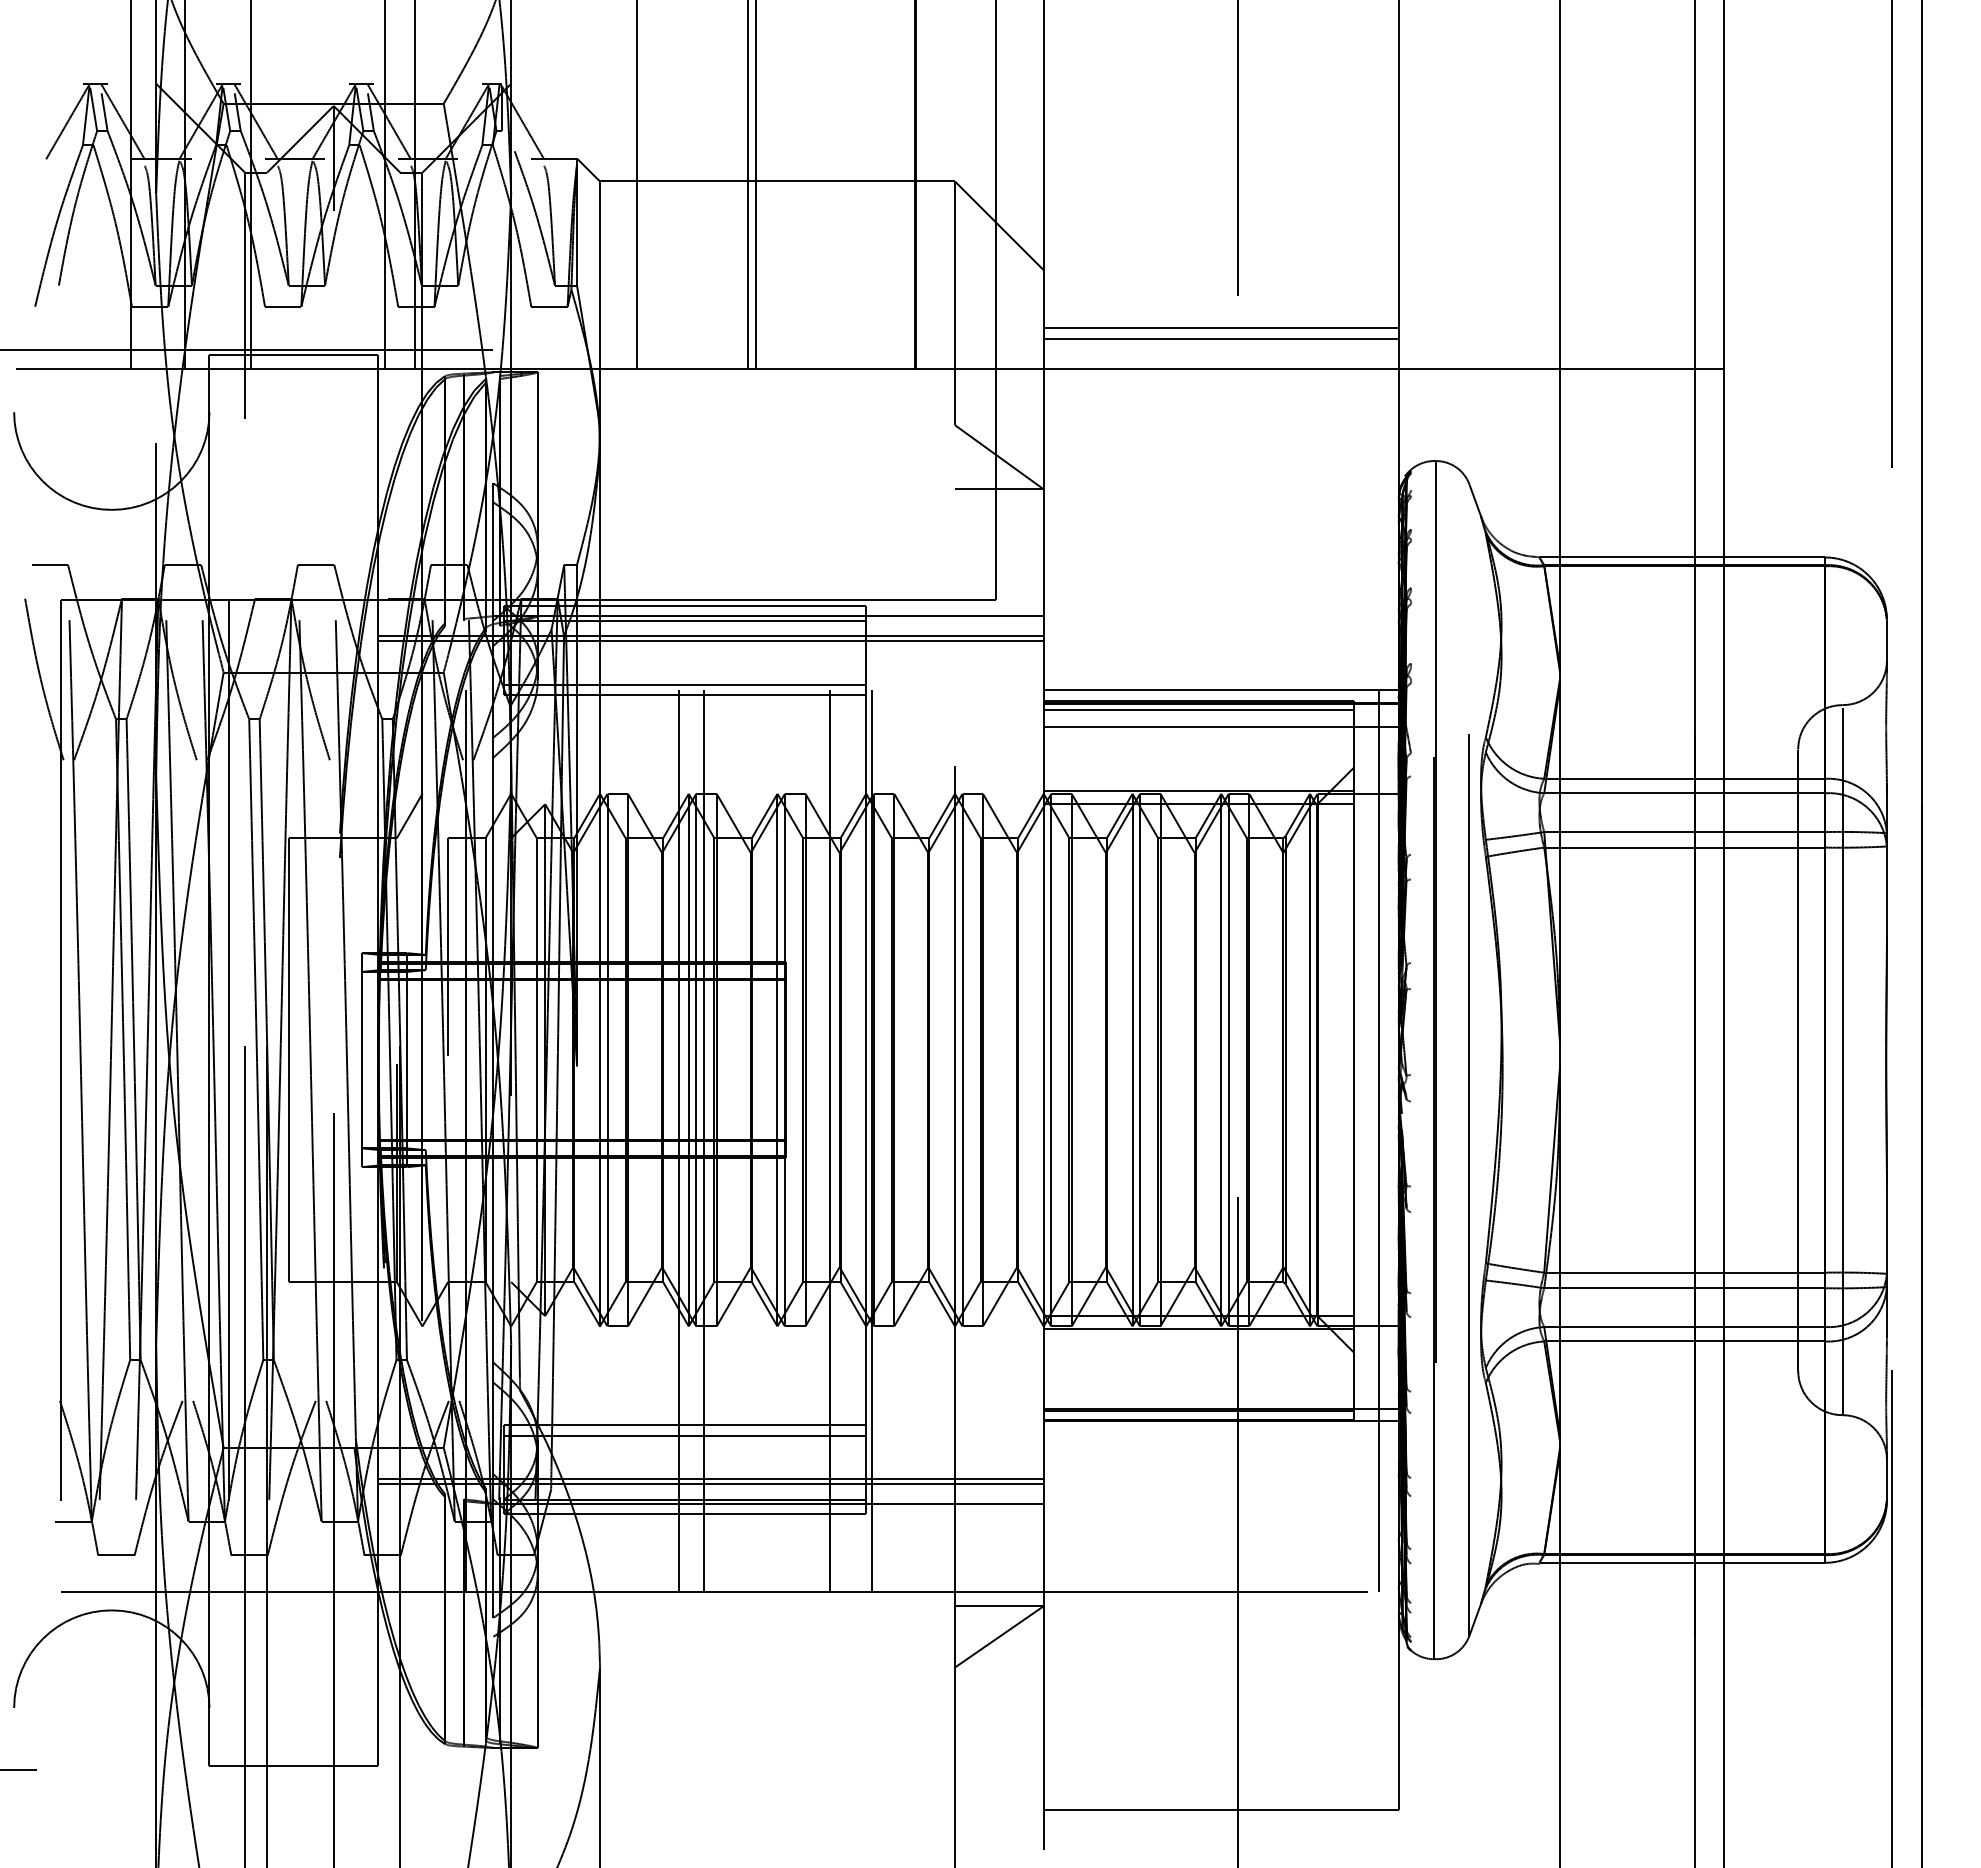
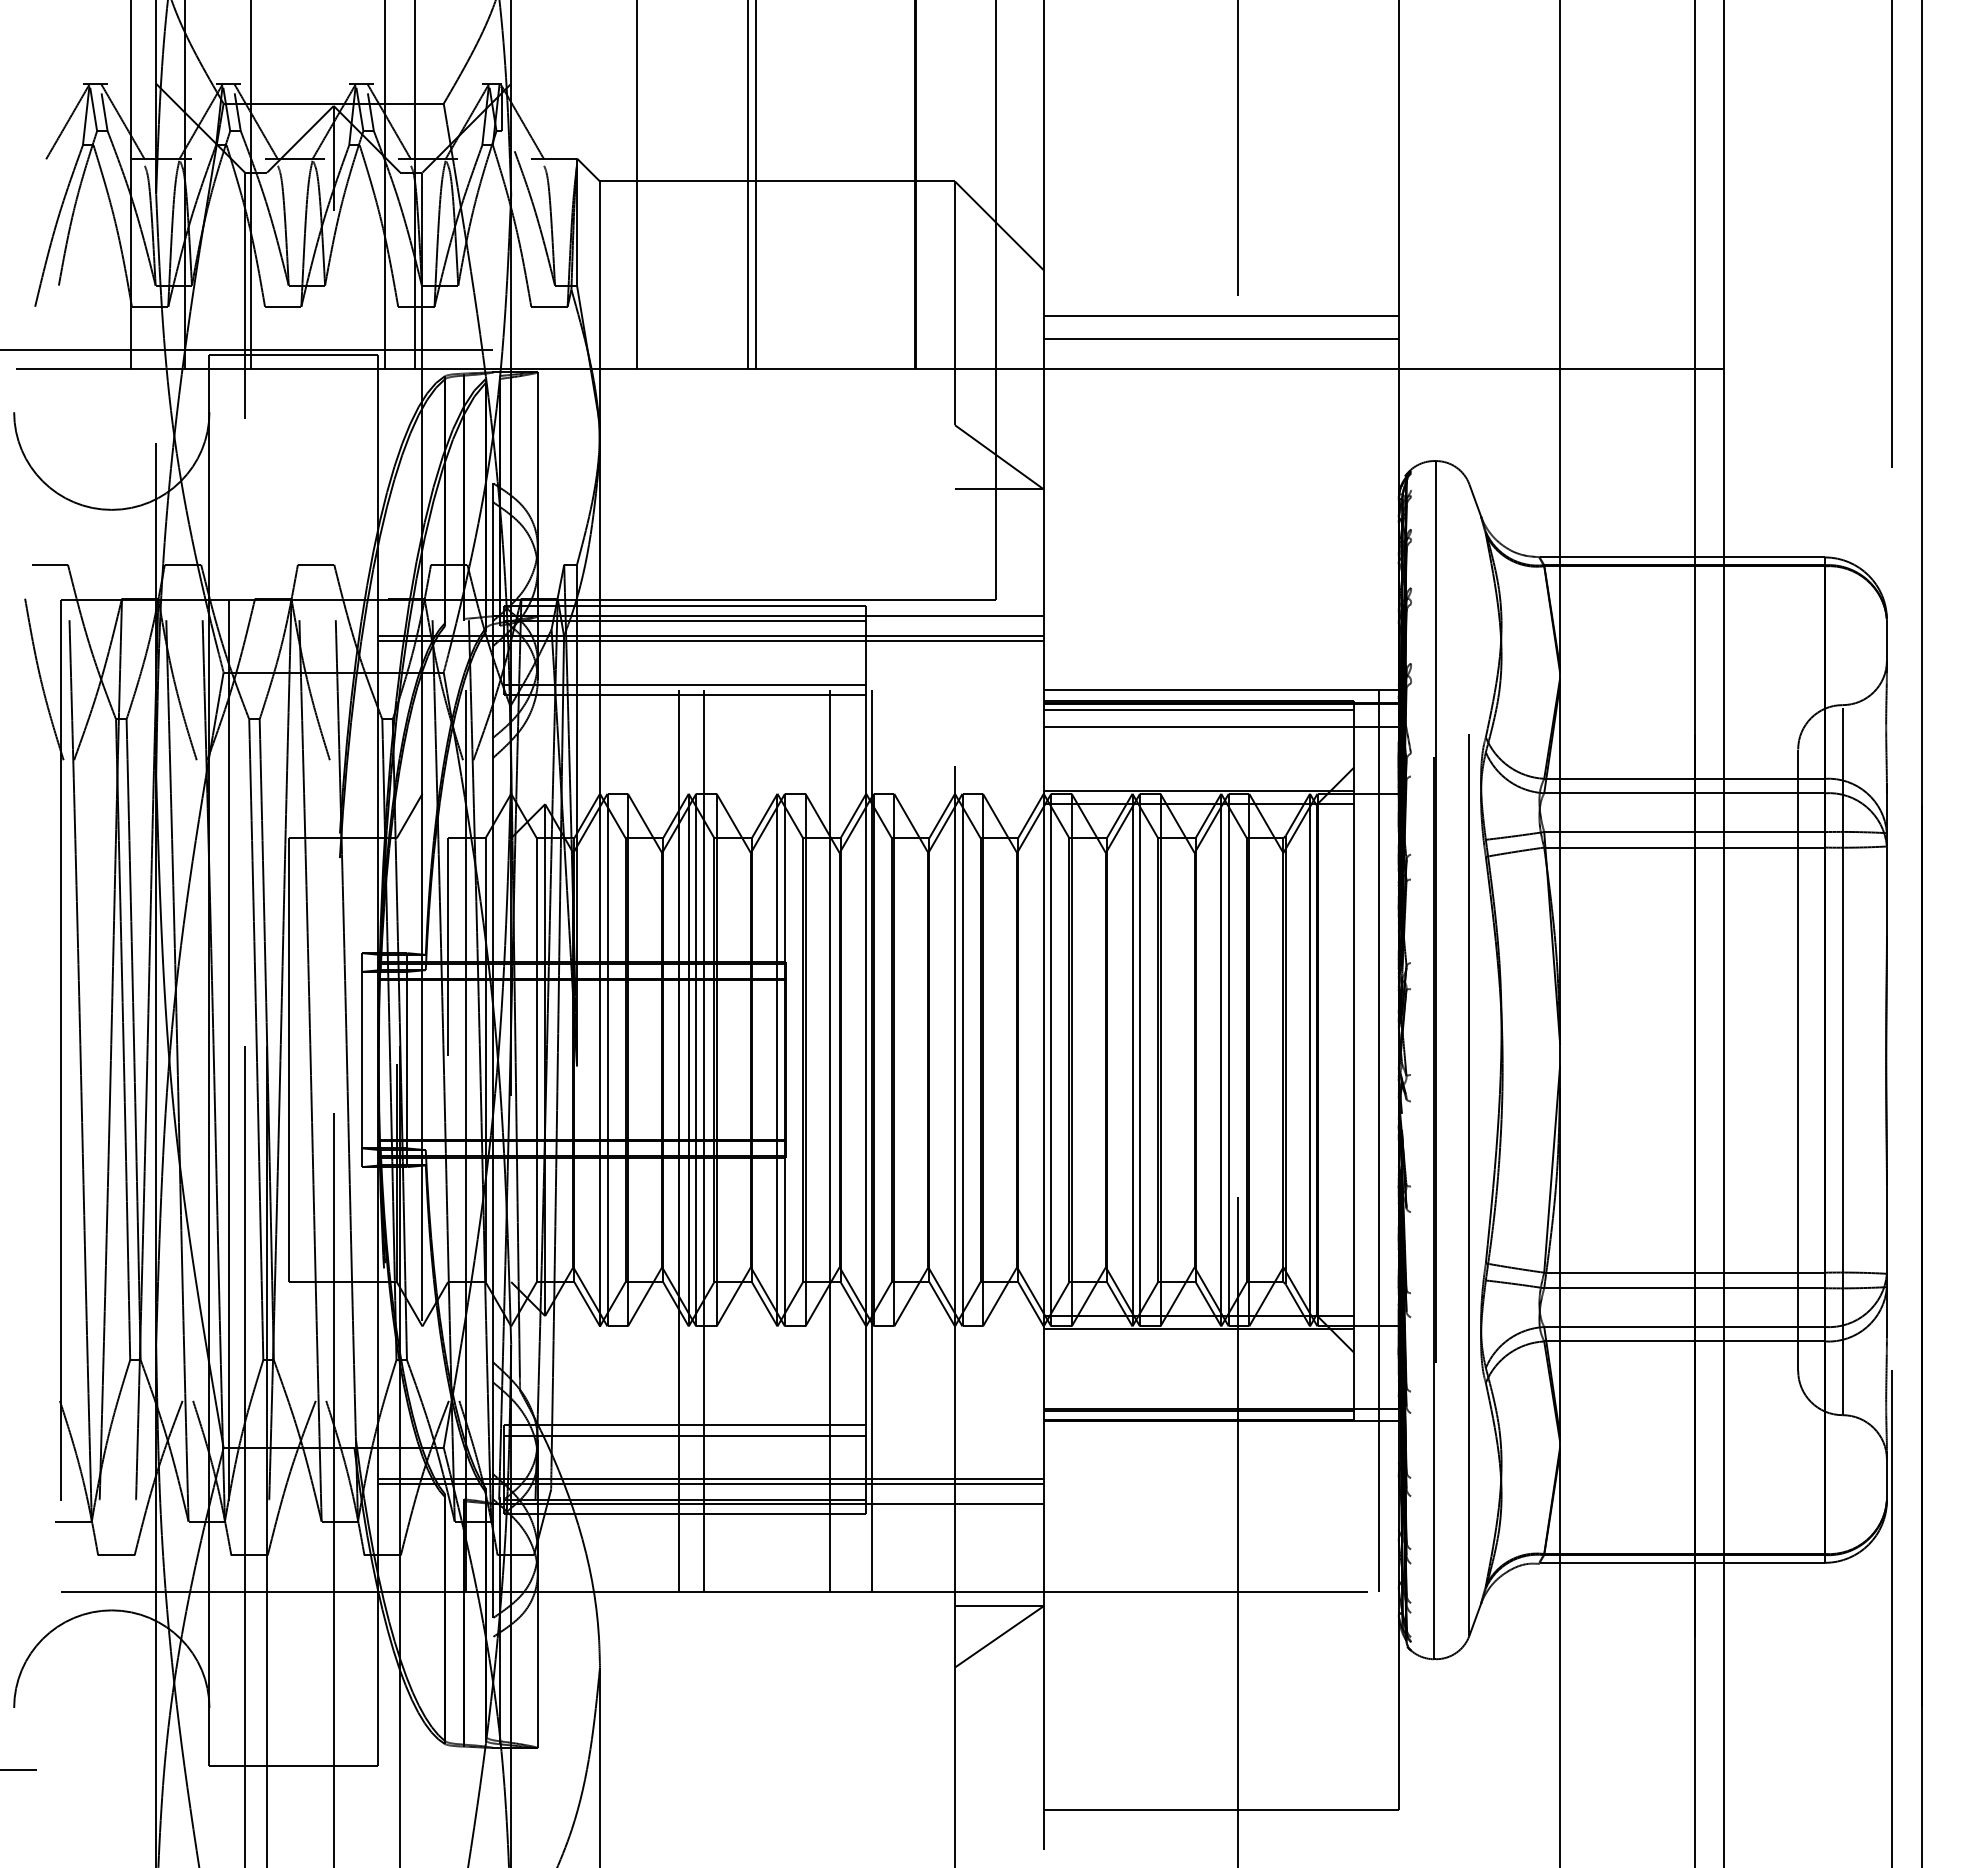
line at (1220, 327) position: (1220, 327) -> (1220, 315)
